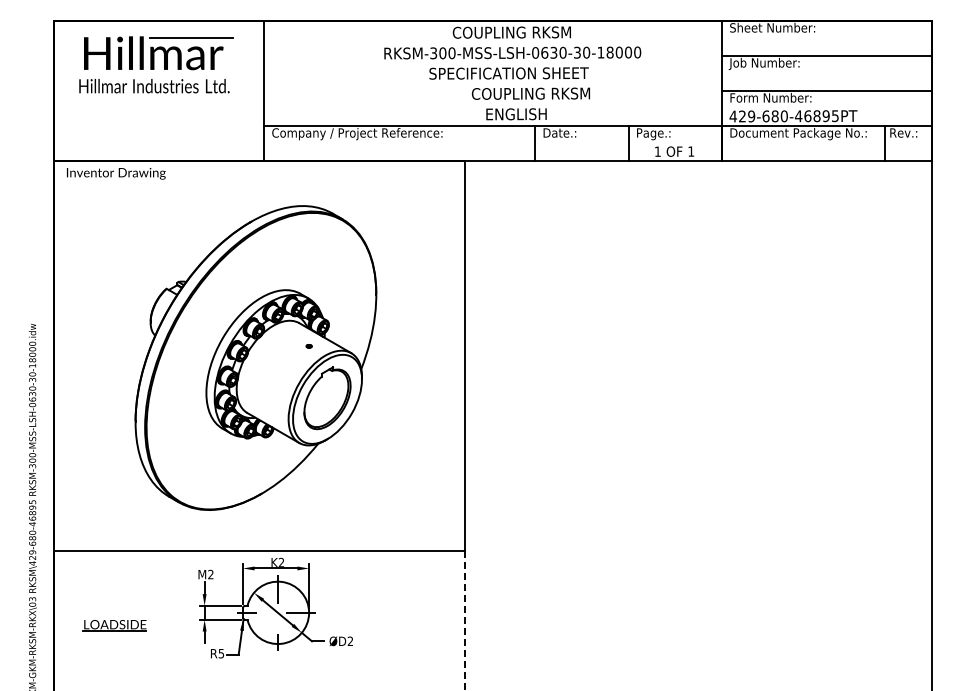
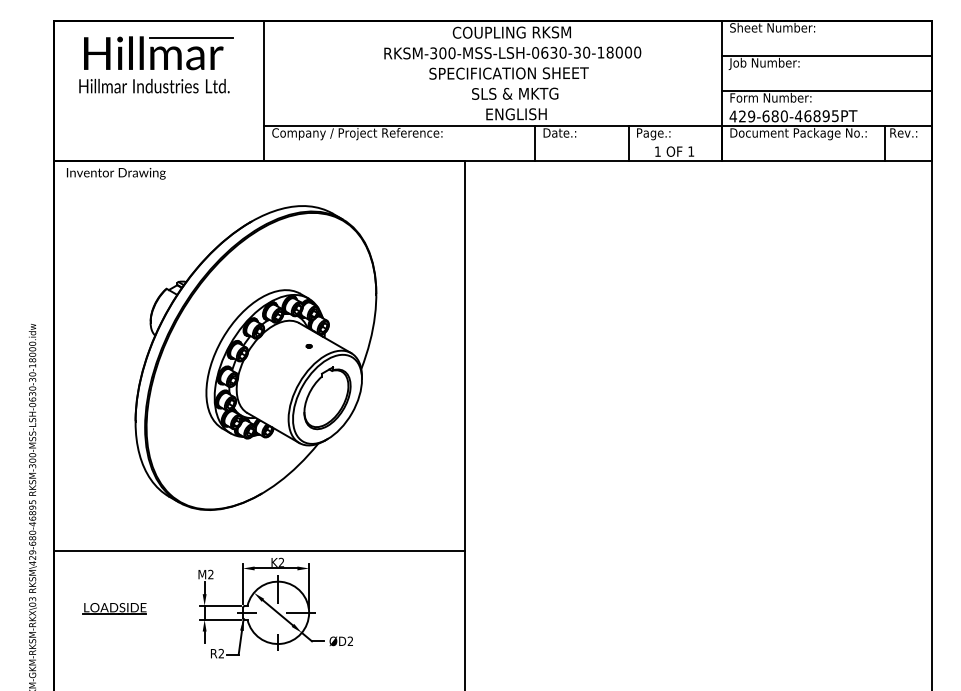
text at (530, 93): COUPLING RKSM -> SLS & MKTG
line at (465, 620): dashed -> solid
part at (114, 625) position: (114, 625) -> (114, 608)
text at (221, 653): R5 -> R2
